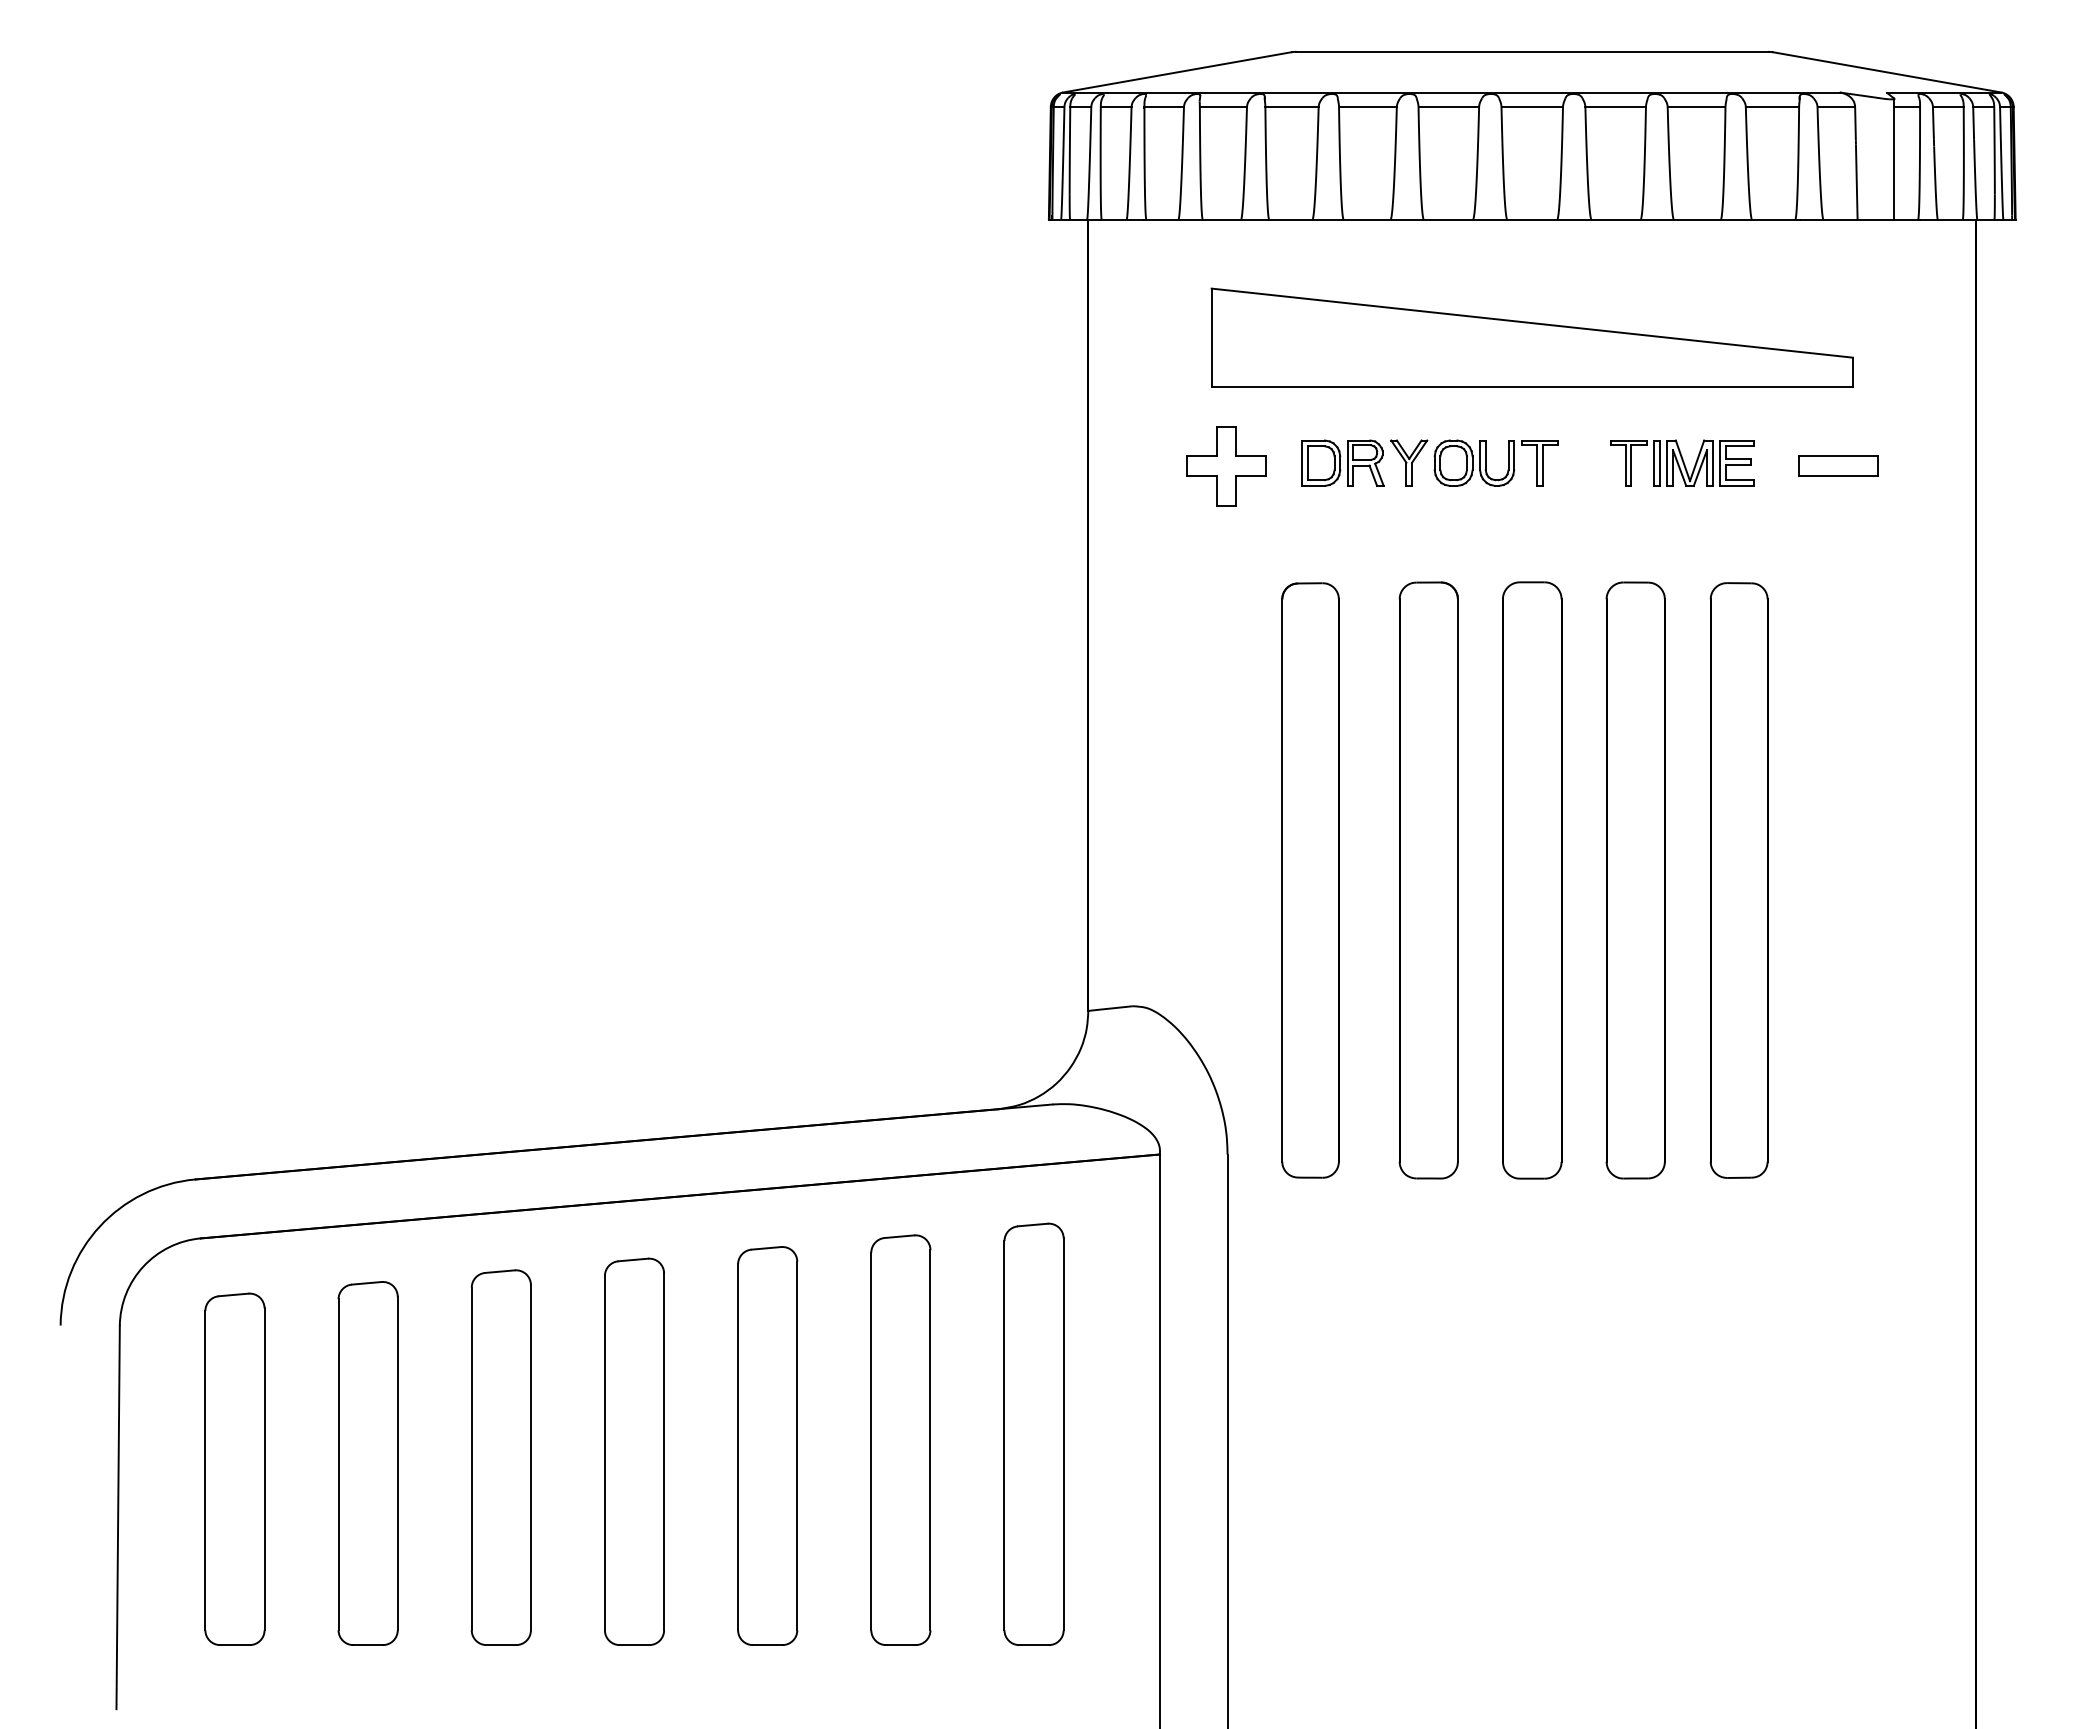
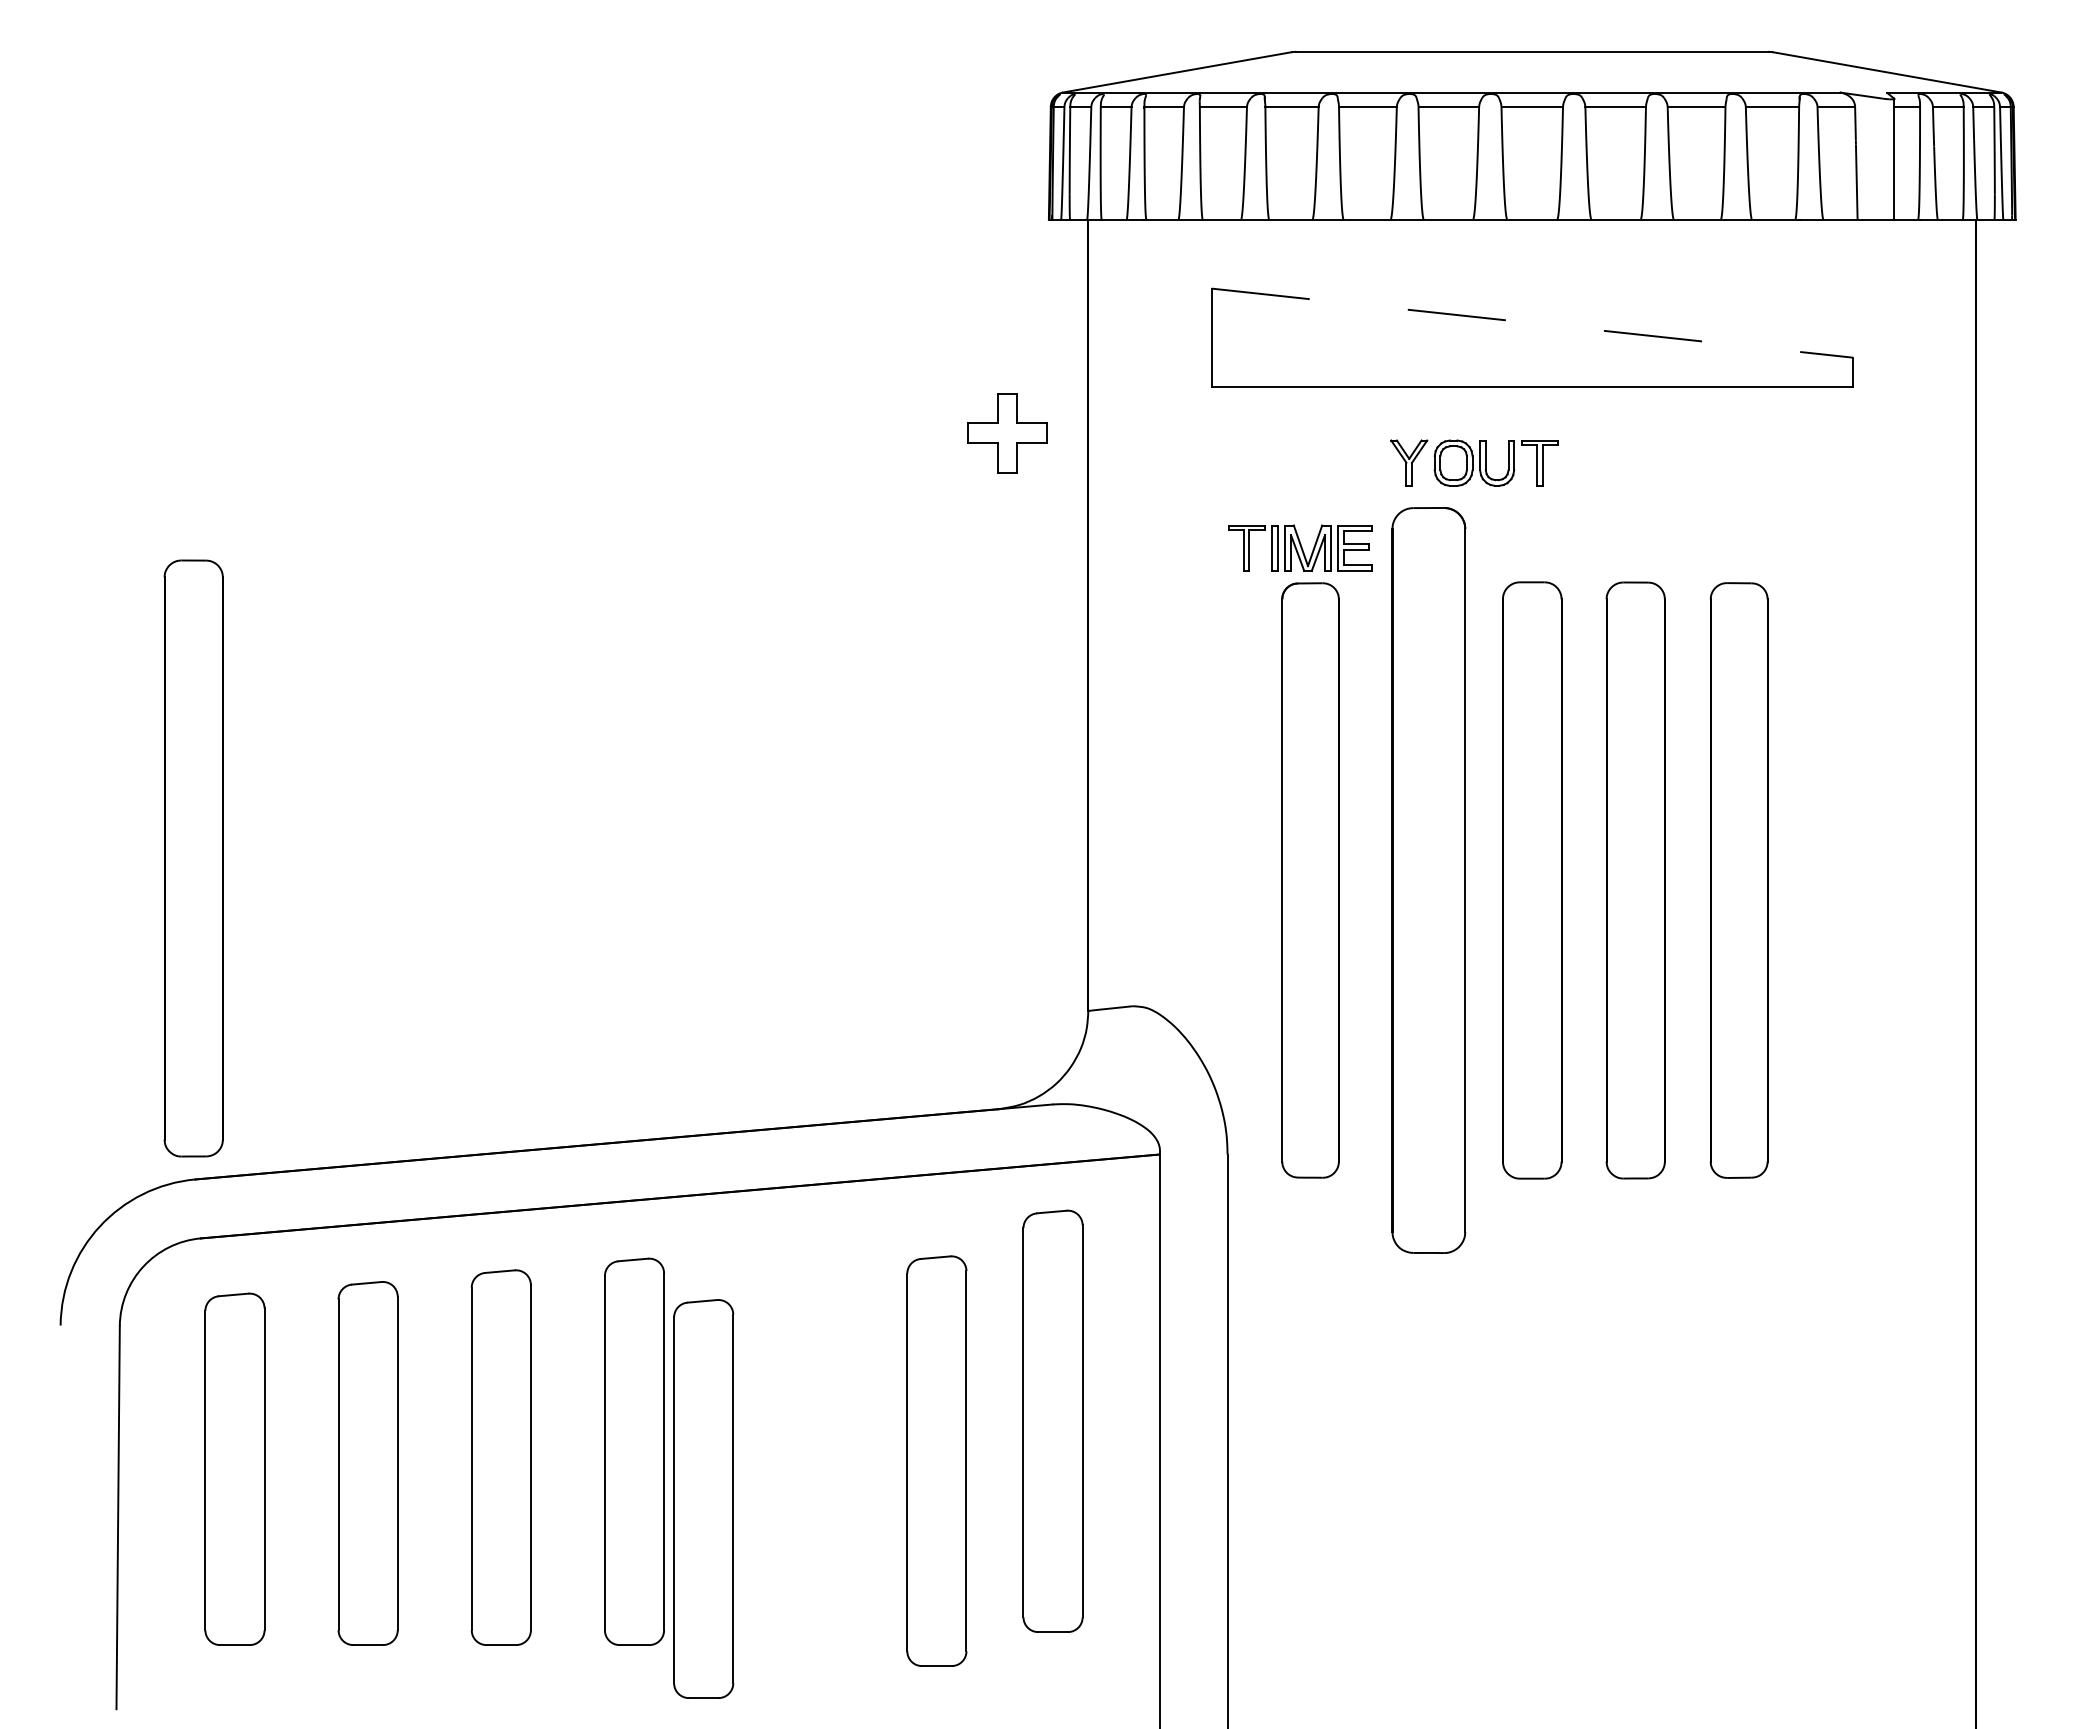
line at (1532, 323): solid -> dashed
part at (1342, 462): present -> none
part at (1682, 462) position: (1682, 462) -> (1300, 547)
part at (1838, 465): present -> none
part at (1226, 466) position: (1226, 466) -> (1007, 433)
part at (193, 858): none -> present
part at (1428, 880) size: 61x599 px -> 76x747 px
part at (1033, 1433) position: (1033, 1433) -> (1052, 1420)
part at (900, 1439) position: (900, 1439) -> (936, 1460)
part at (767, 1445) position: (767, 1445) -> (703, 1498)
